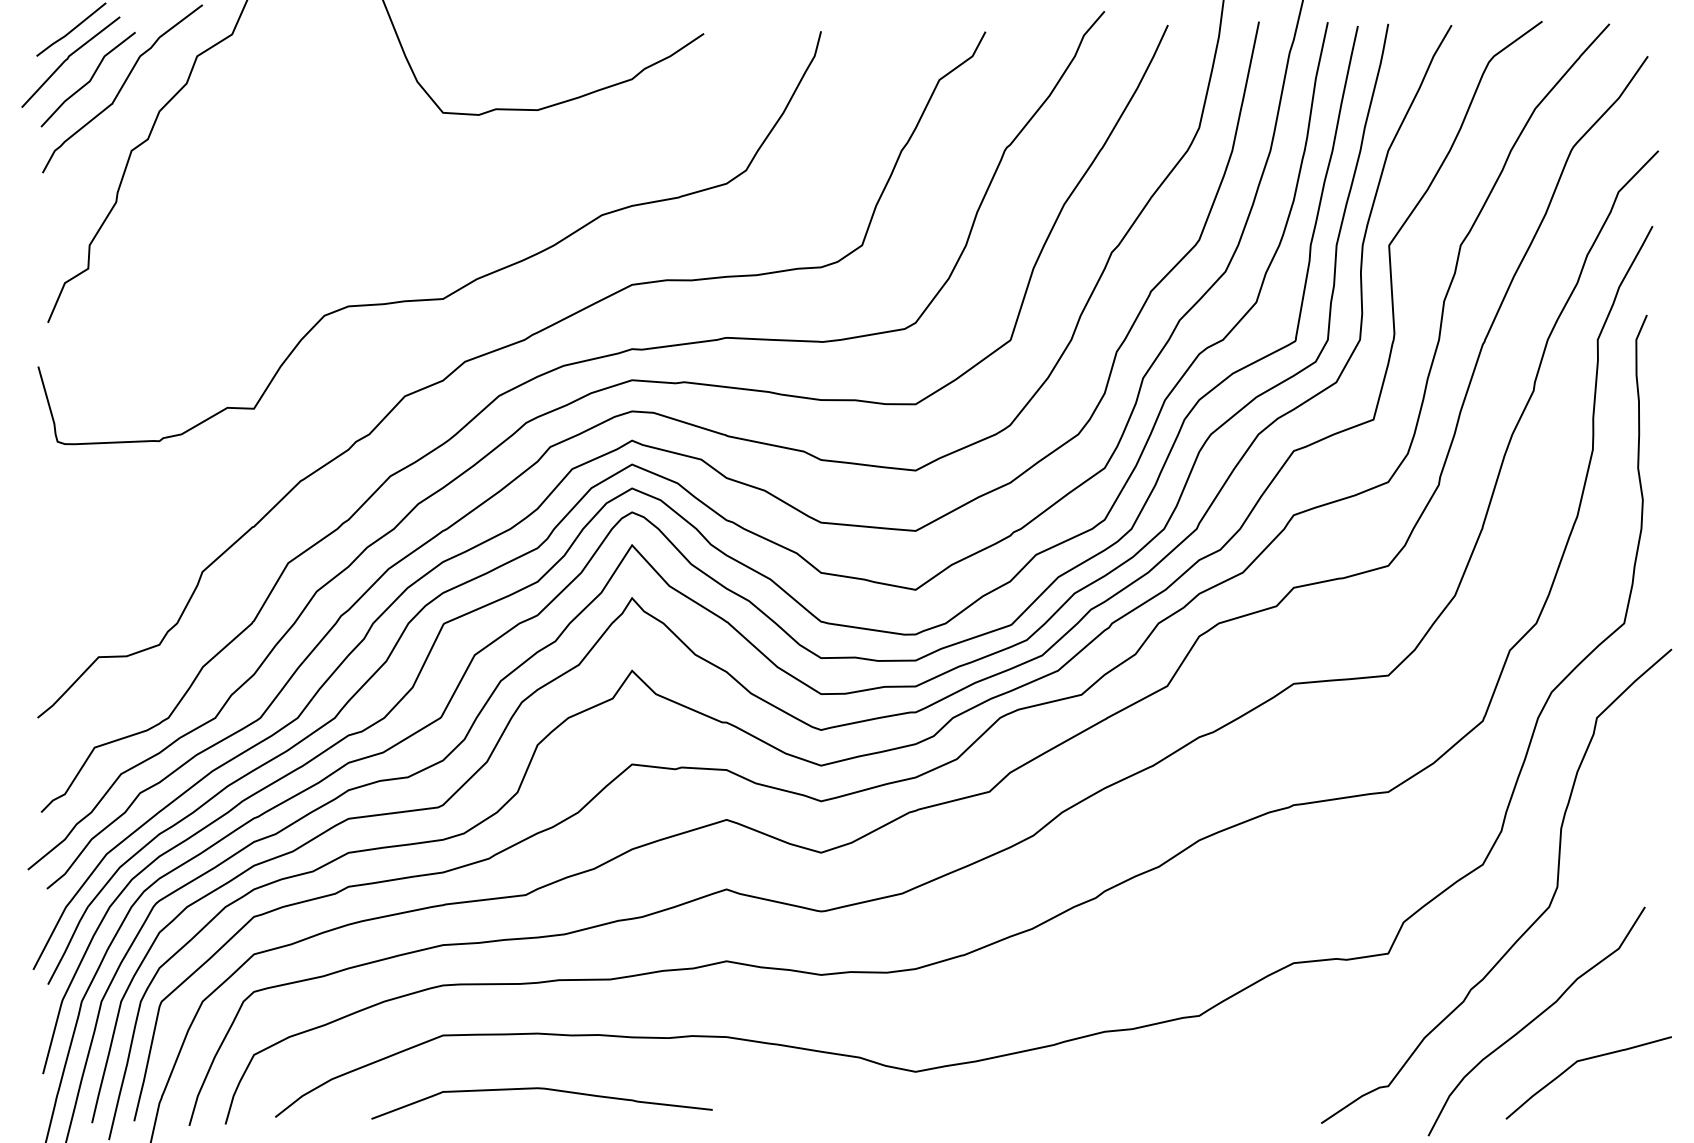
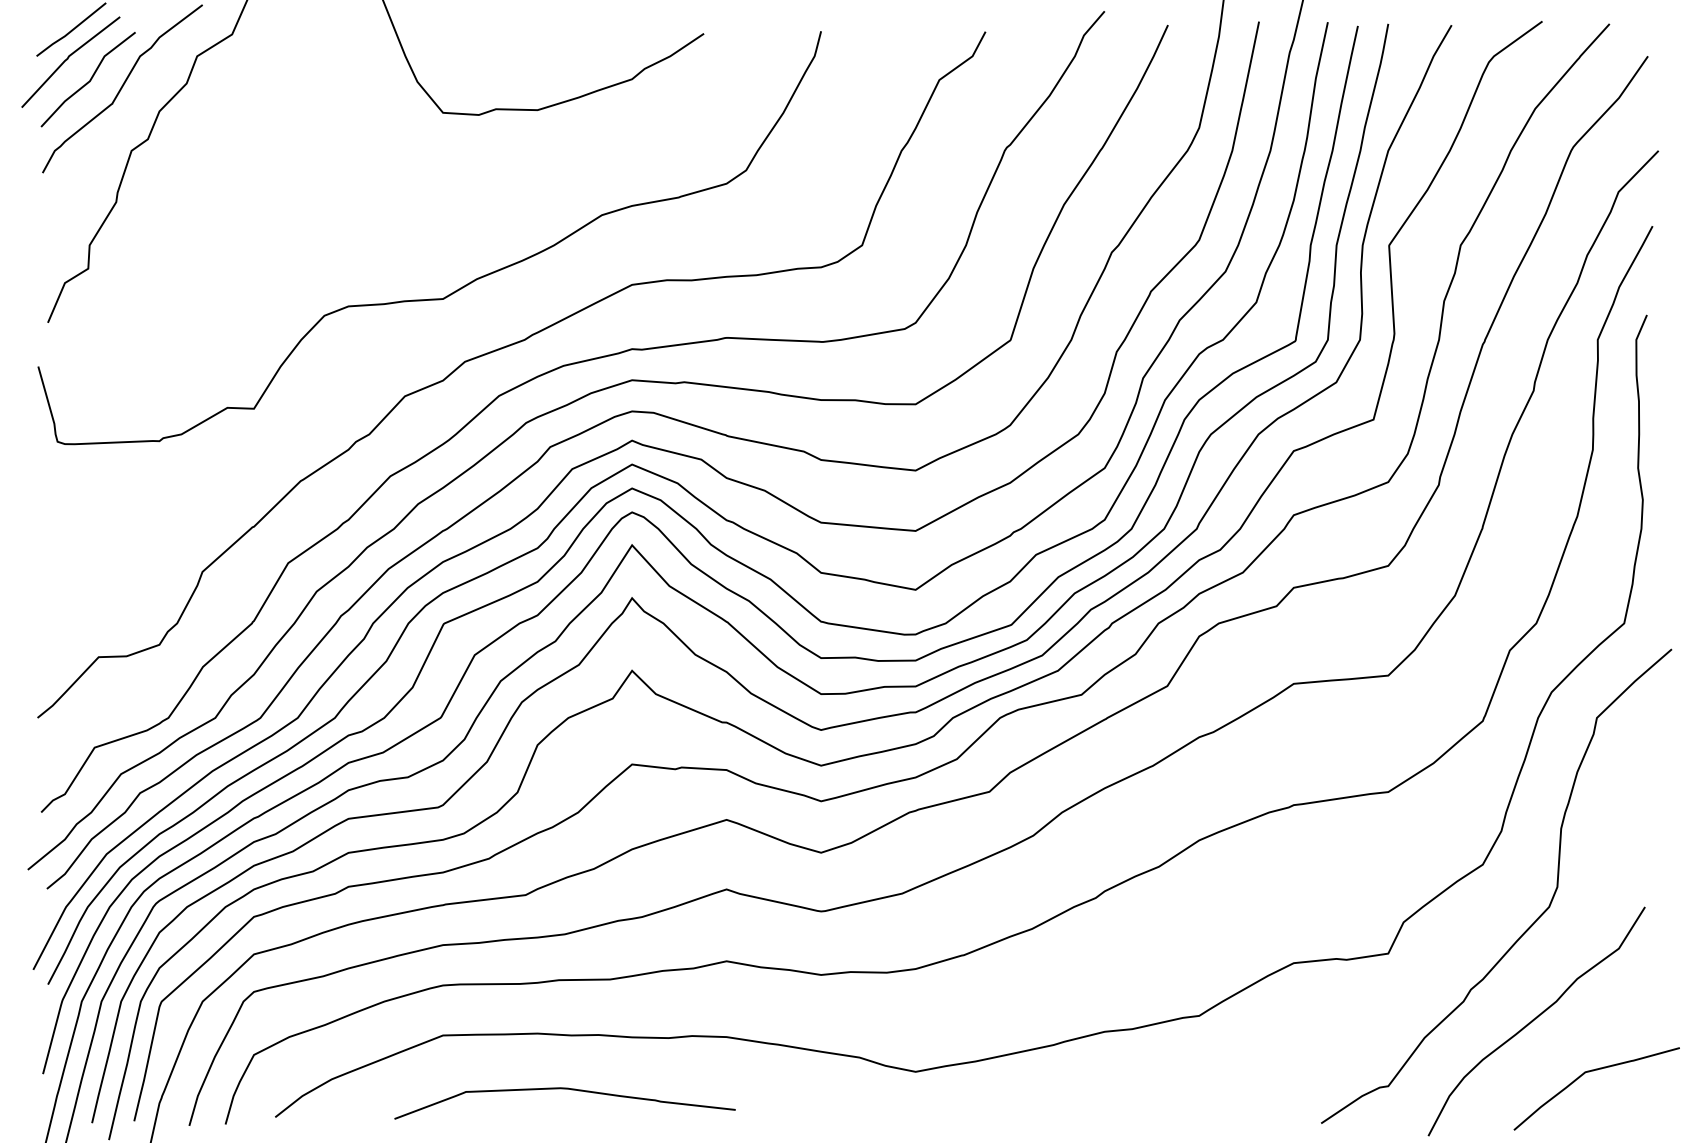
curve at (1585, 1060) position: (1585, 1060) -> (1593, 1071)
curve at (541, 1089) position: (541, 1089) -> (564, 1089)
